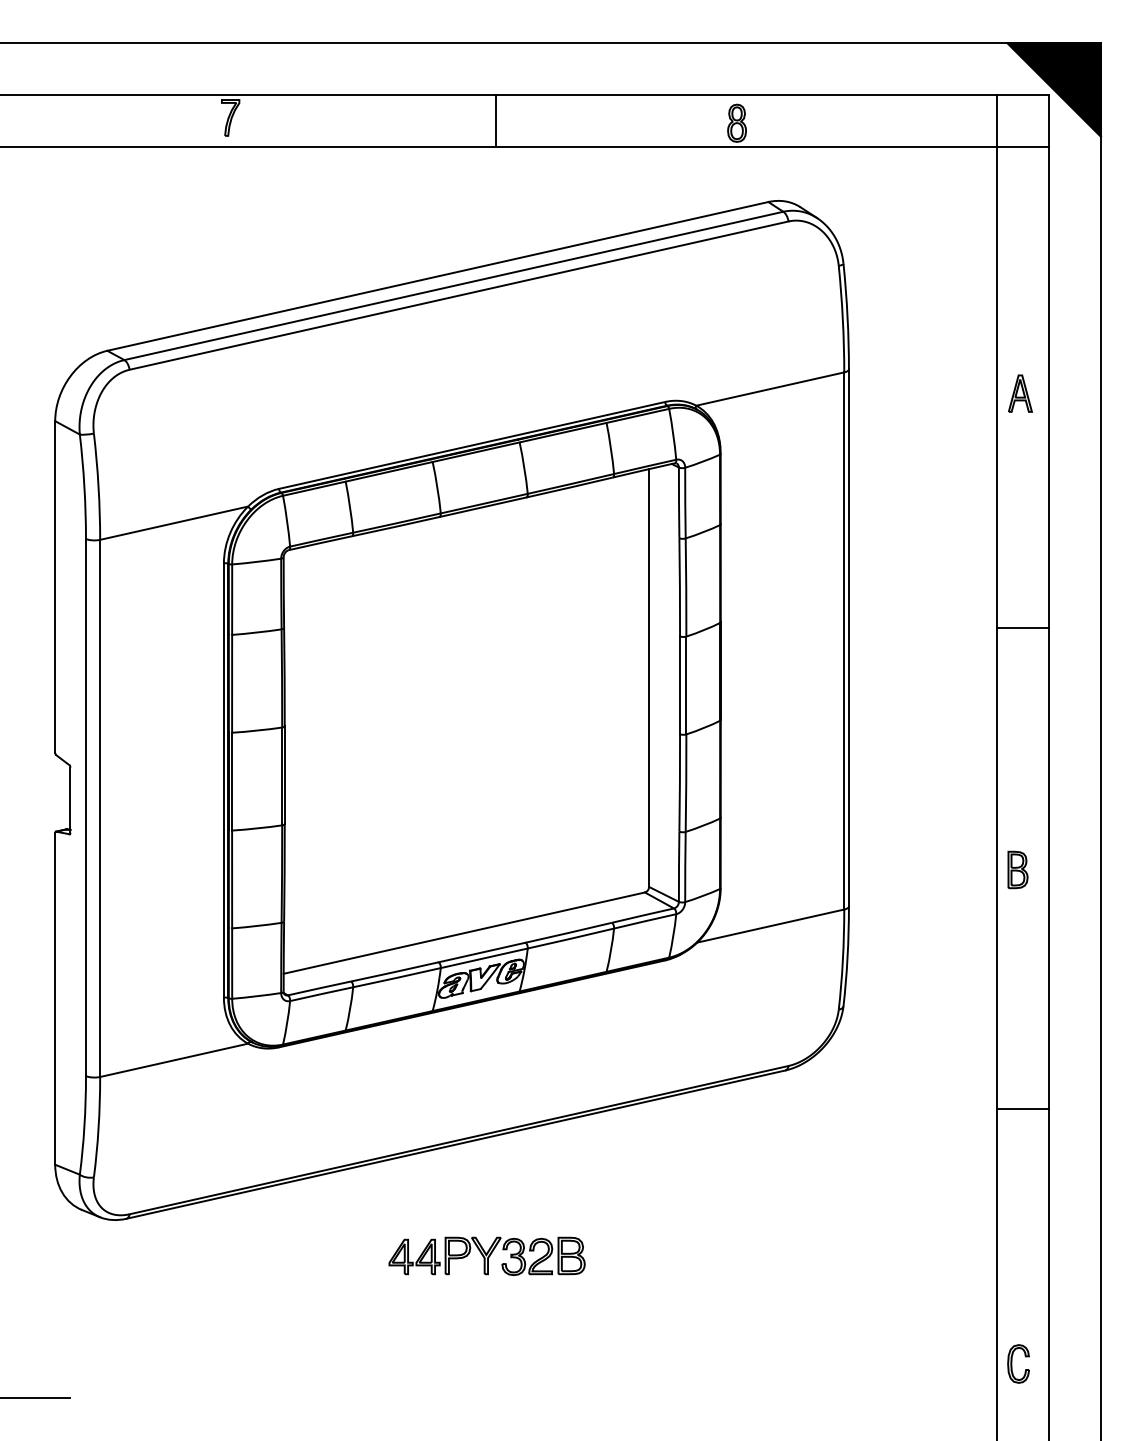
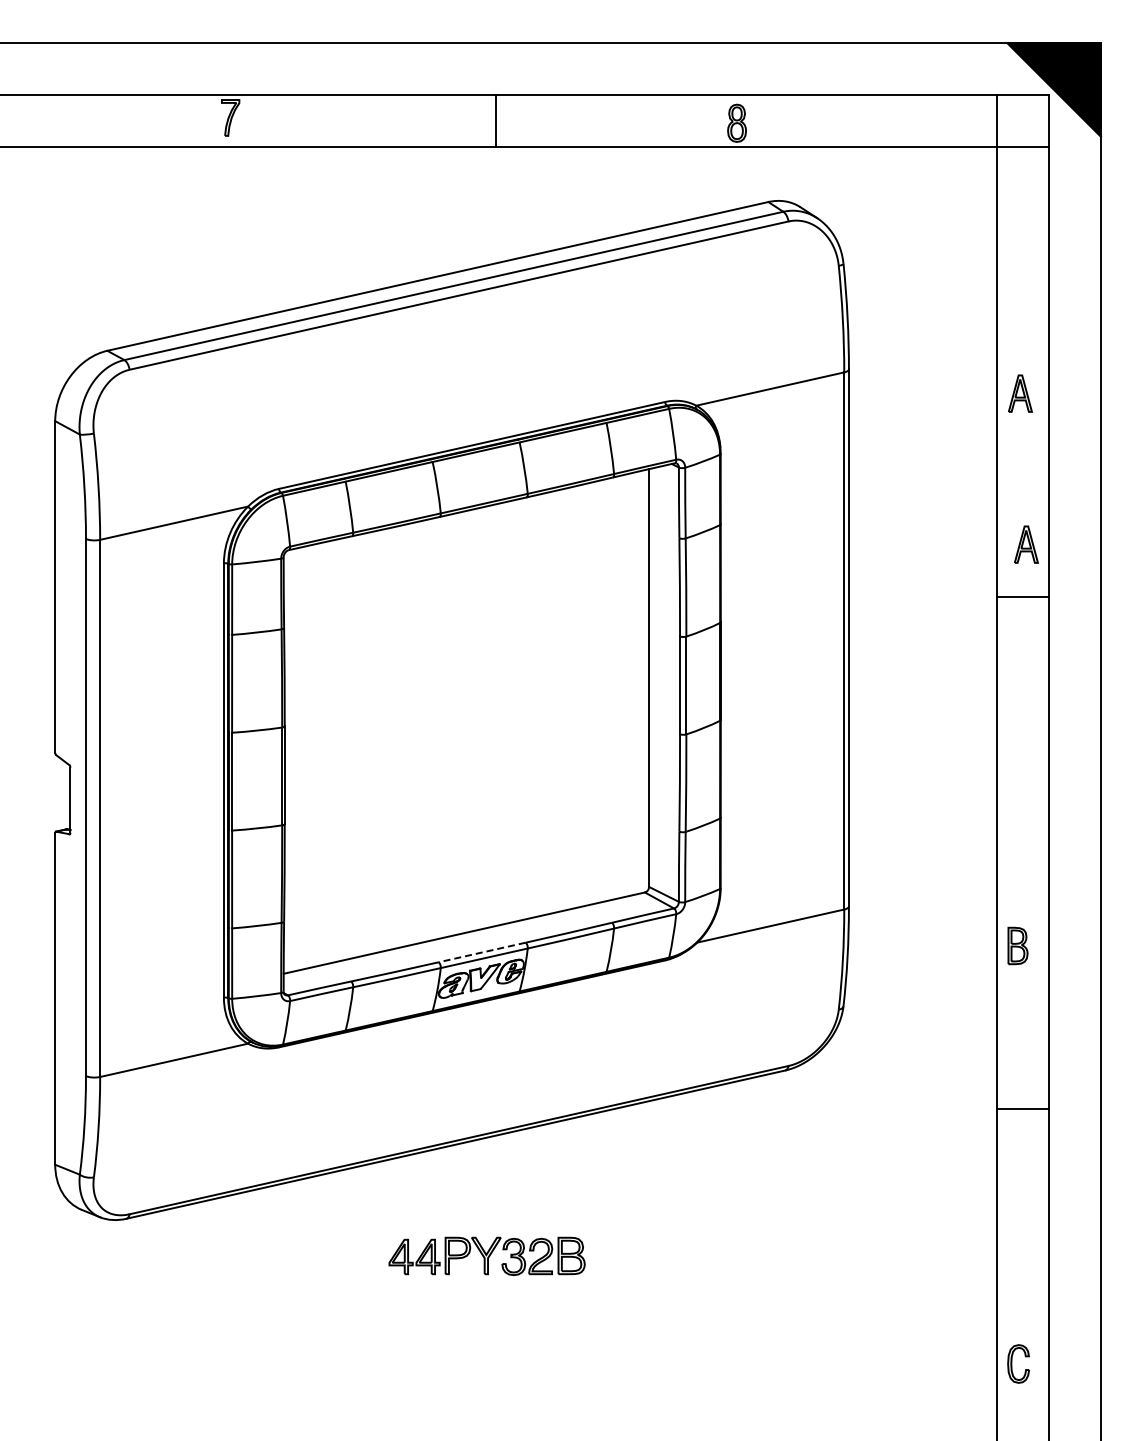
part at (1026, 544): none -> present
line at (1022, 627) position: (1022, 627) -> (1022, 596)
part at (1017, 869) position: (1017, 869) -> (1017, 945)
line at (482, 952): solid -> dashed
line at (36, 1397): present -> none
